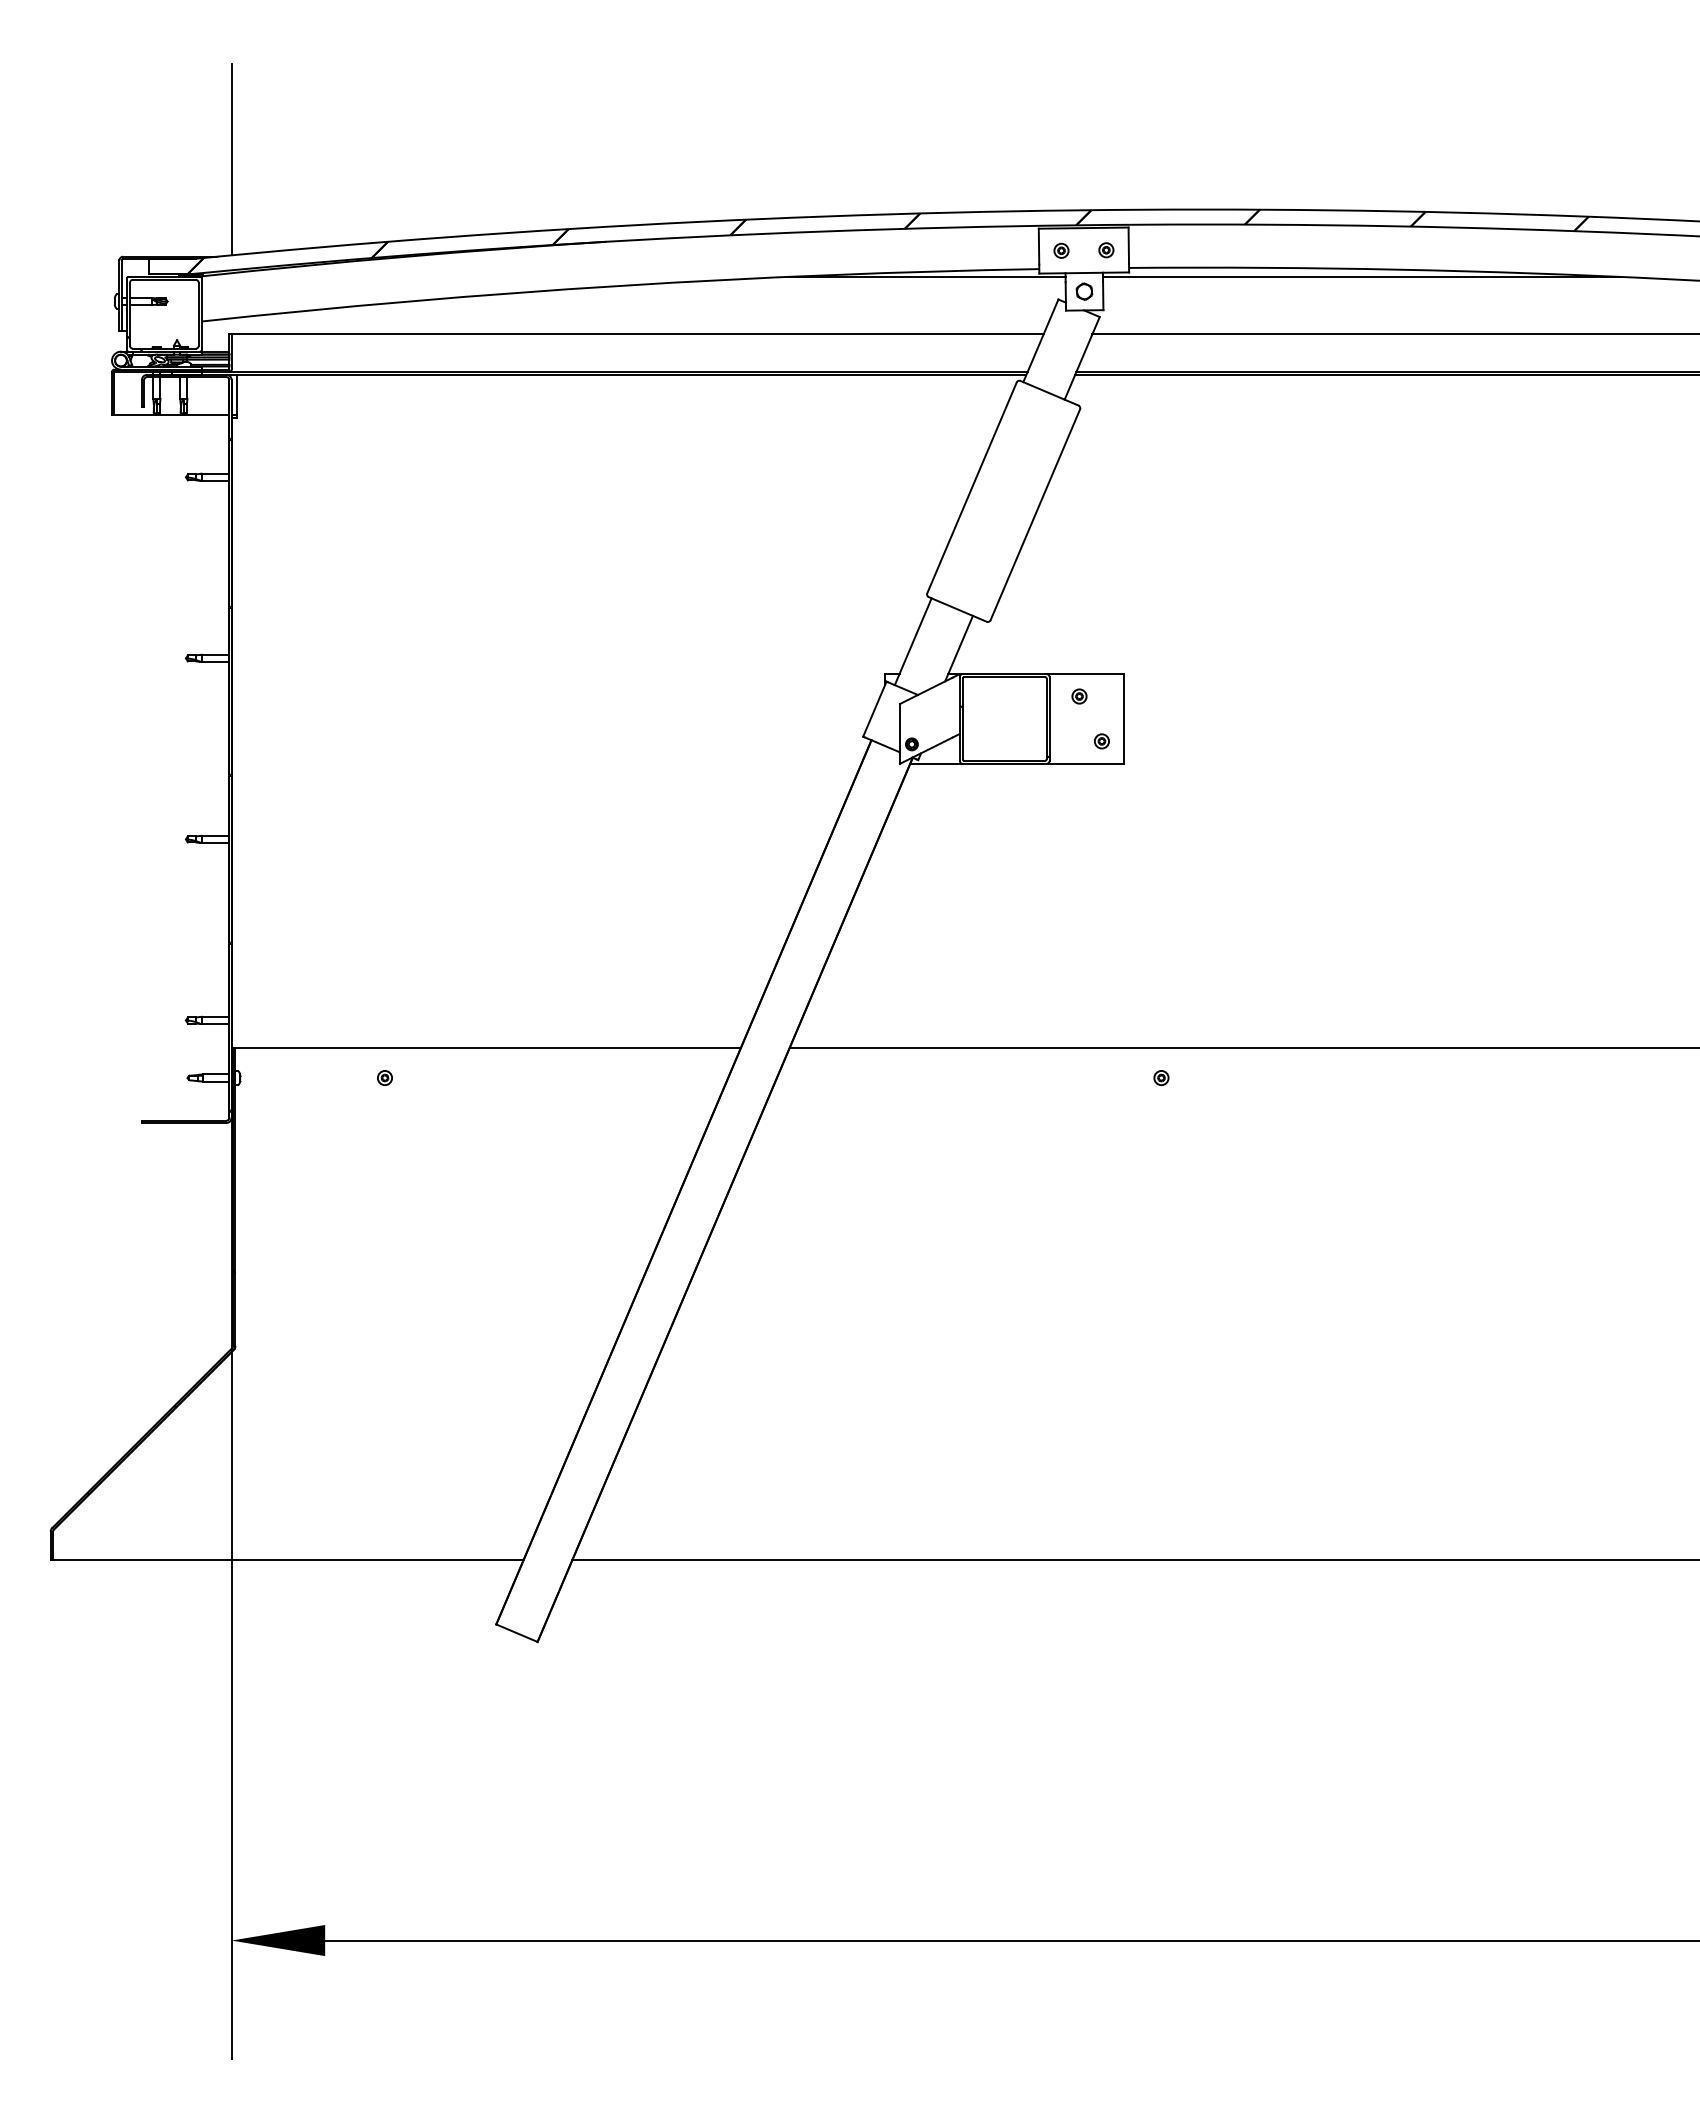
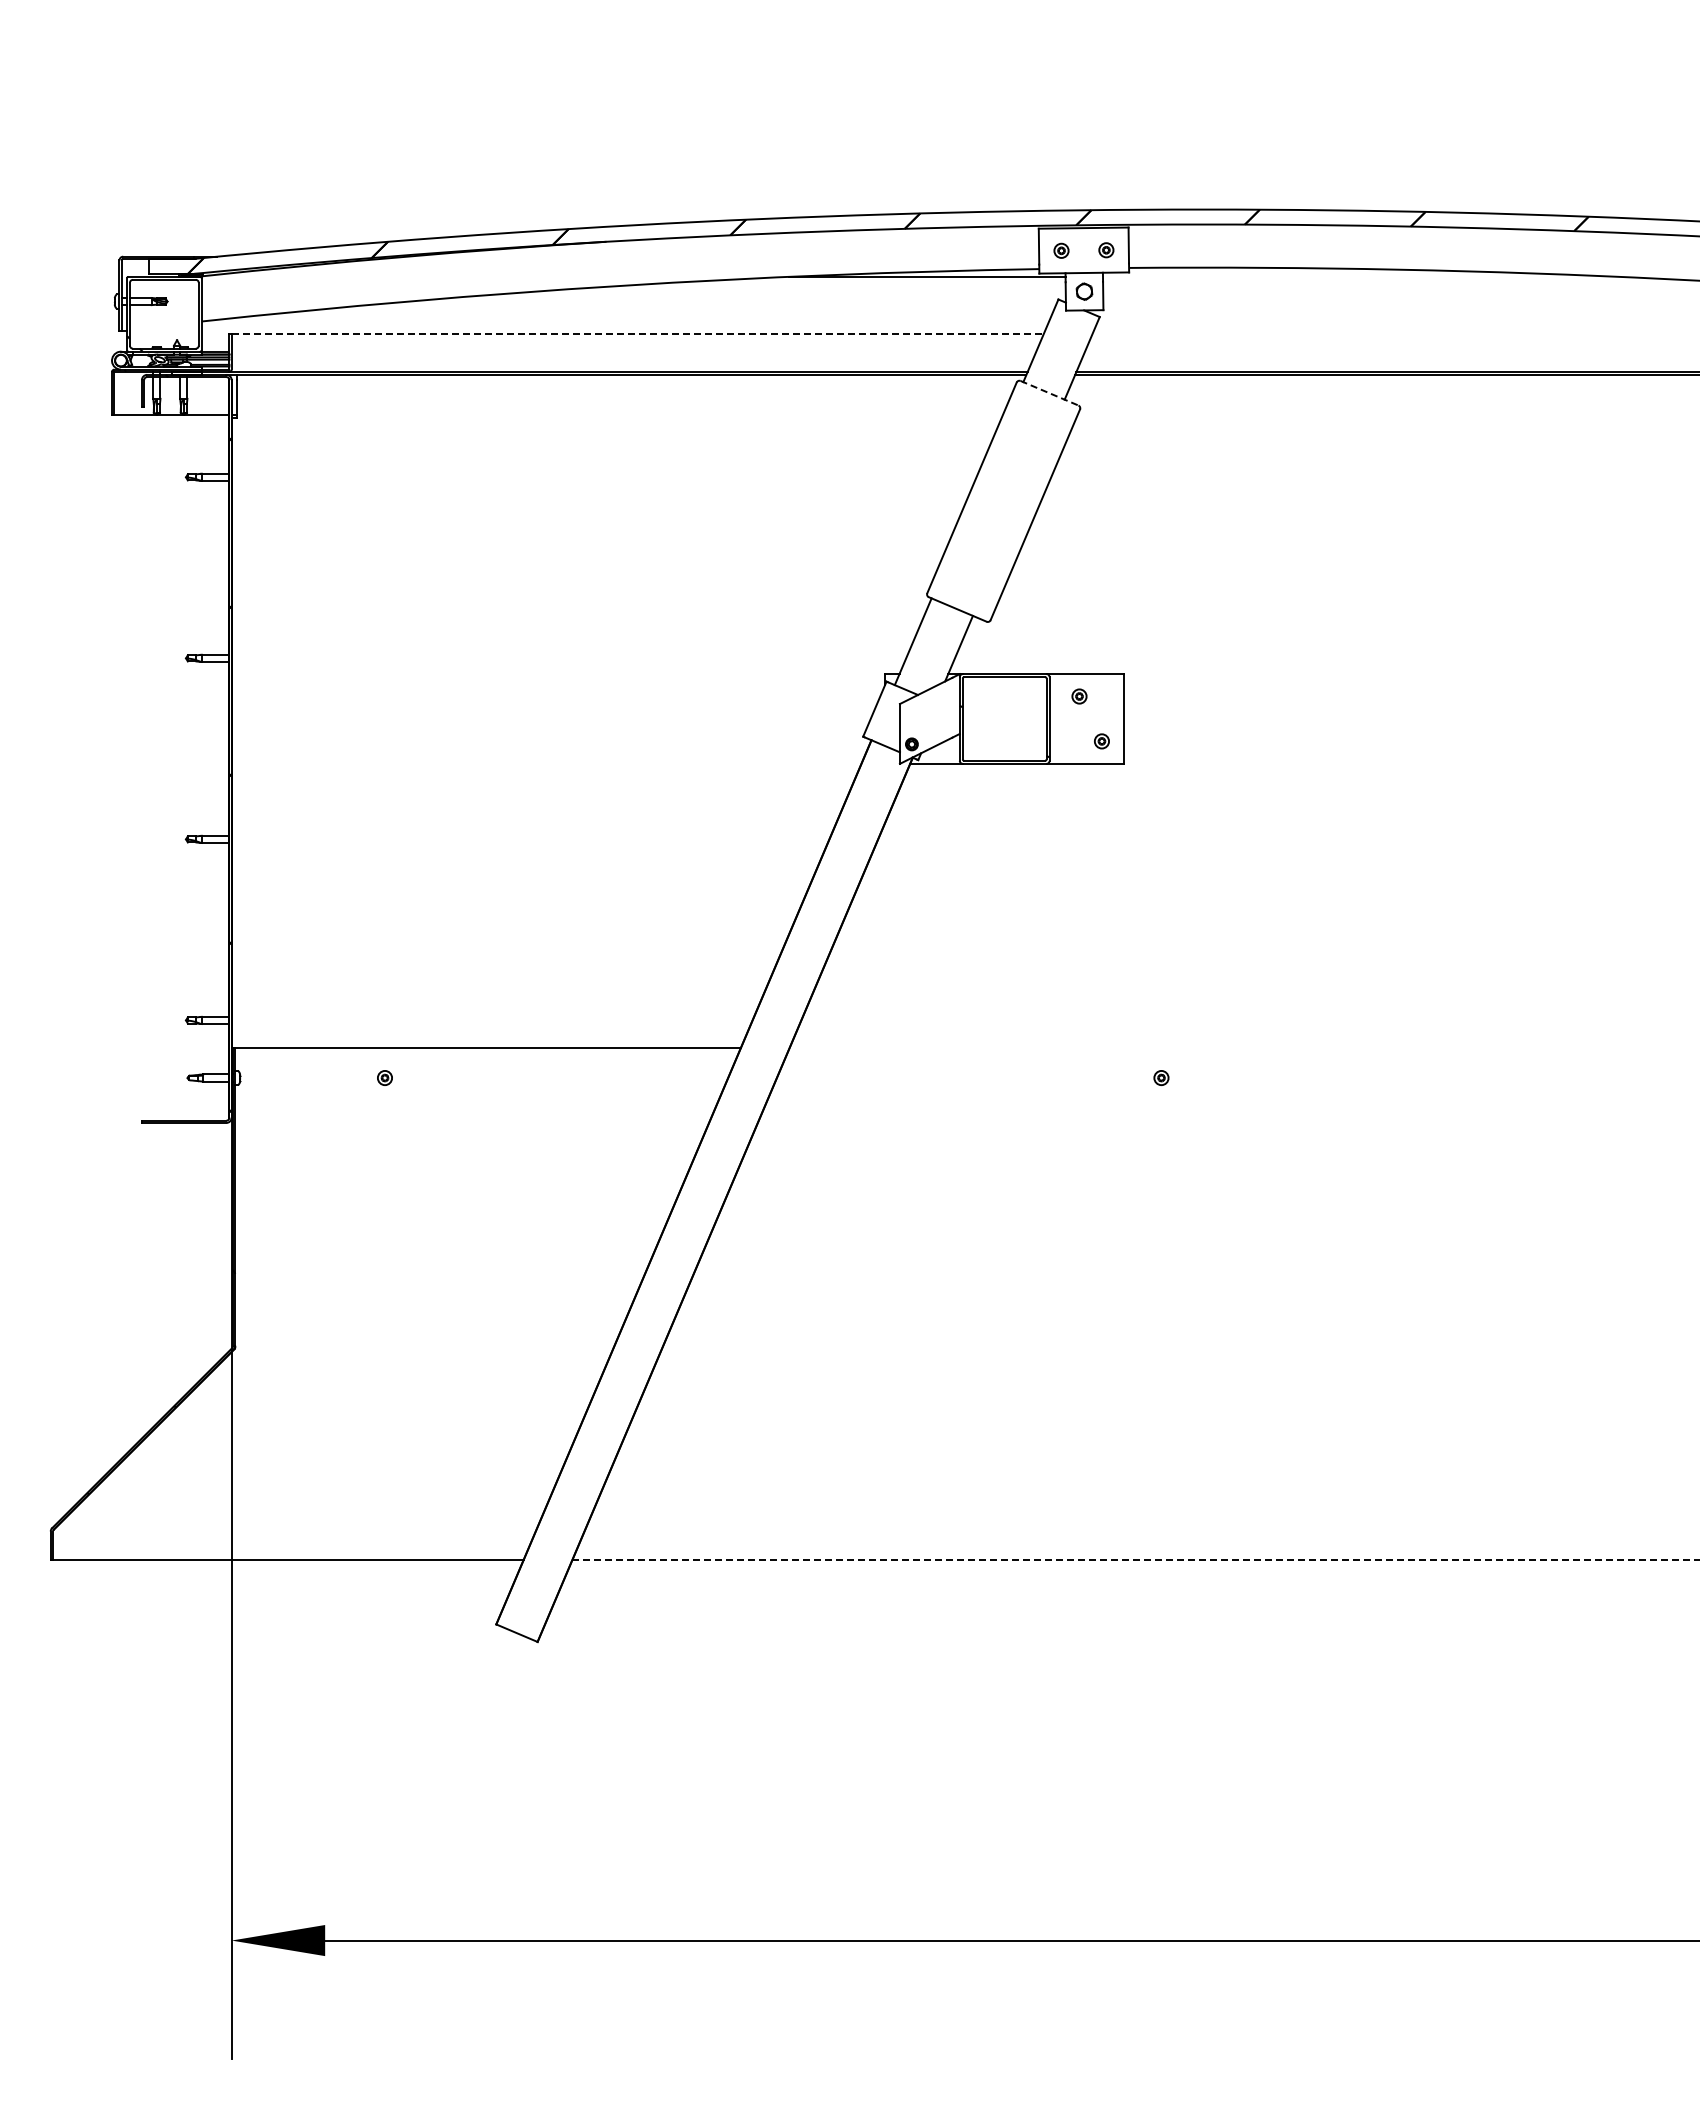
line at (231, 159): present -> none
line at (1361, 276): present -> none
line at (637, 334): solid -> dashed
line at (1394, 334): present -> none
line at (1050, 393): solid -> dashed
line at (1242, 1048): present -> none
line at (1136, 1559): solid -> dashed
